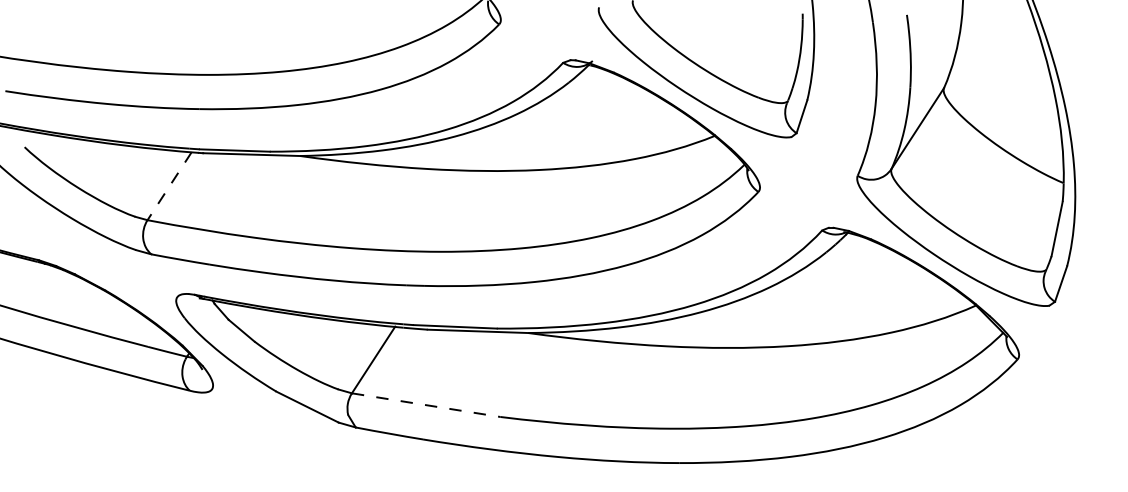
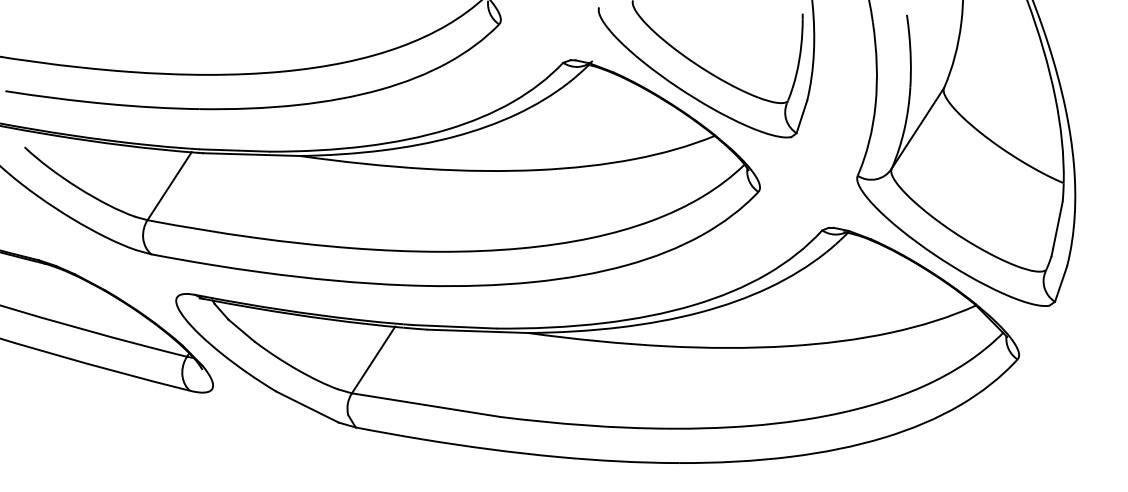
line at (169, 186): dashed -> solid
line at (426, 405): dashed -> solid
